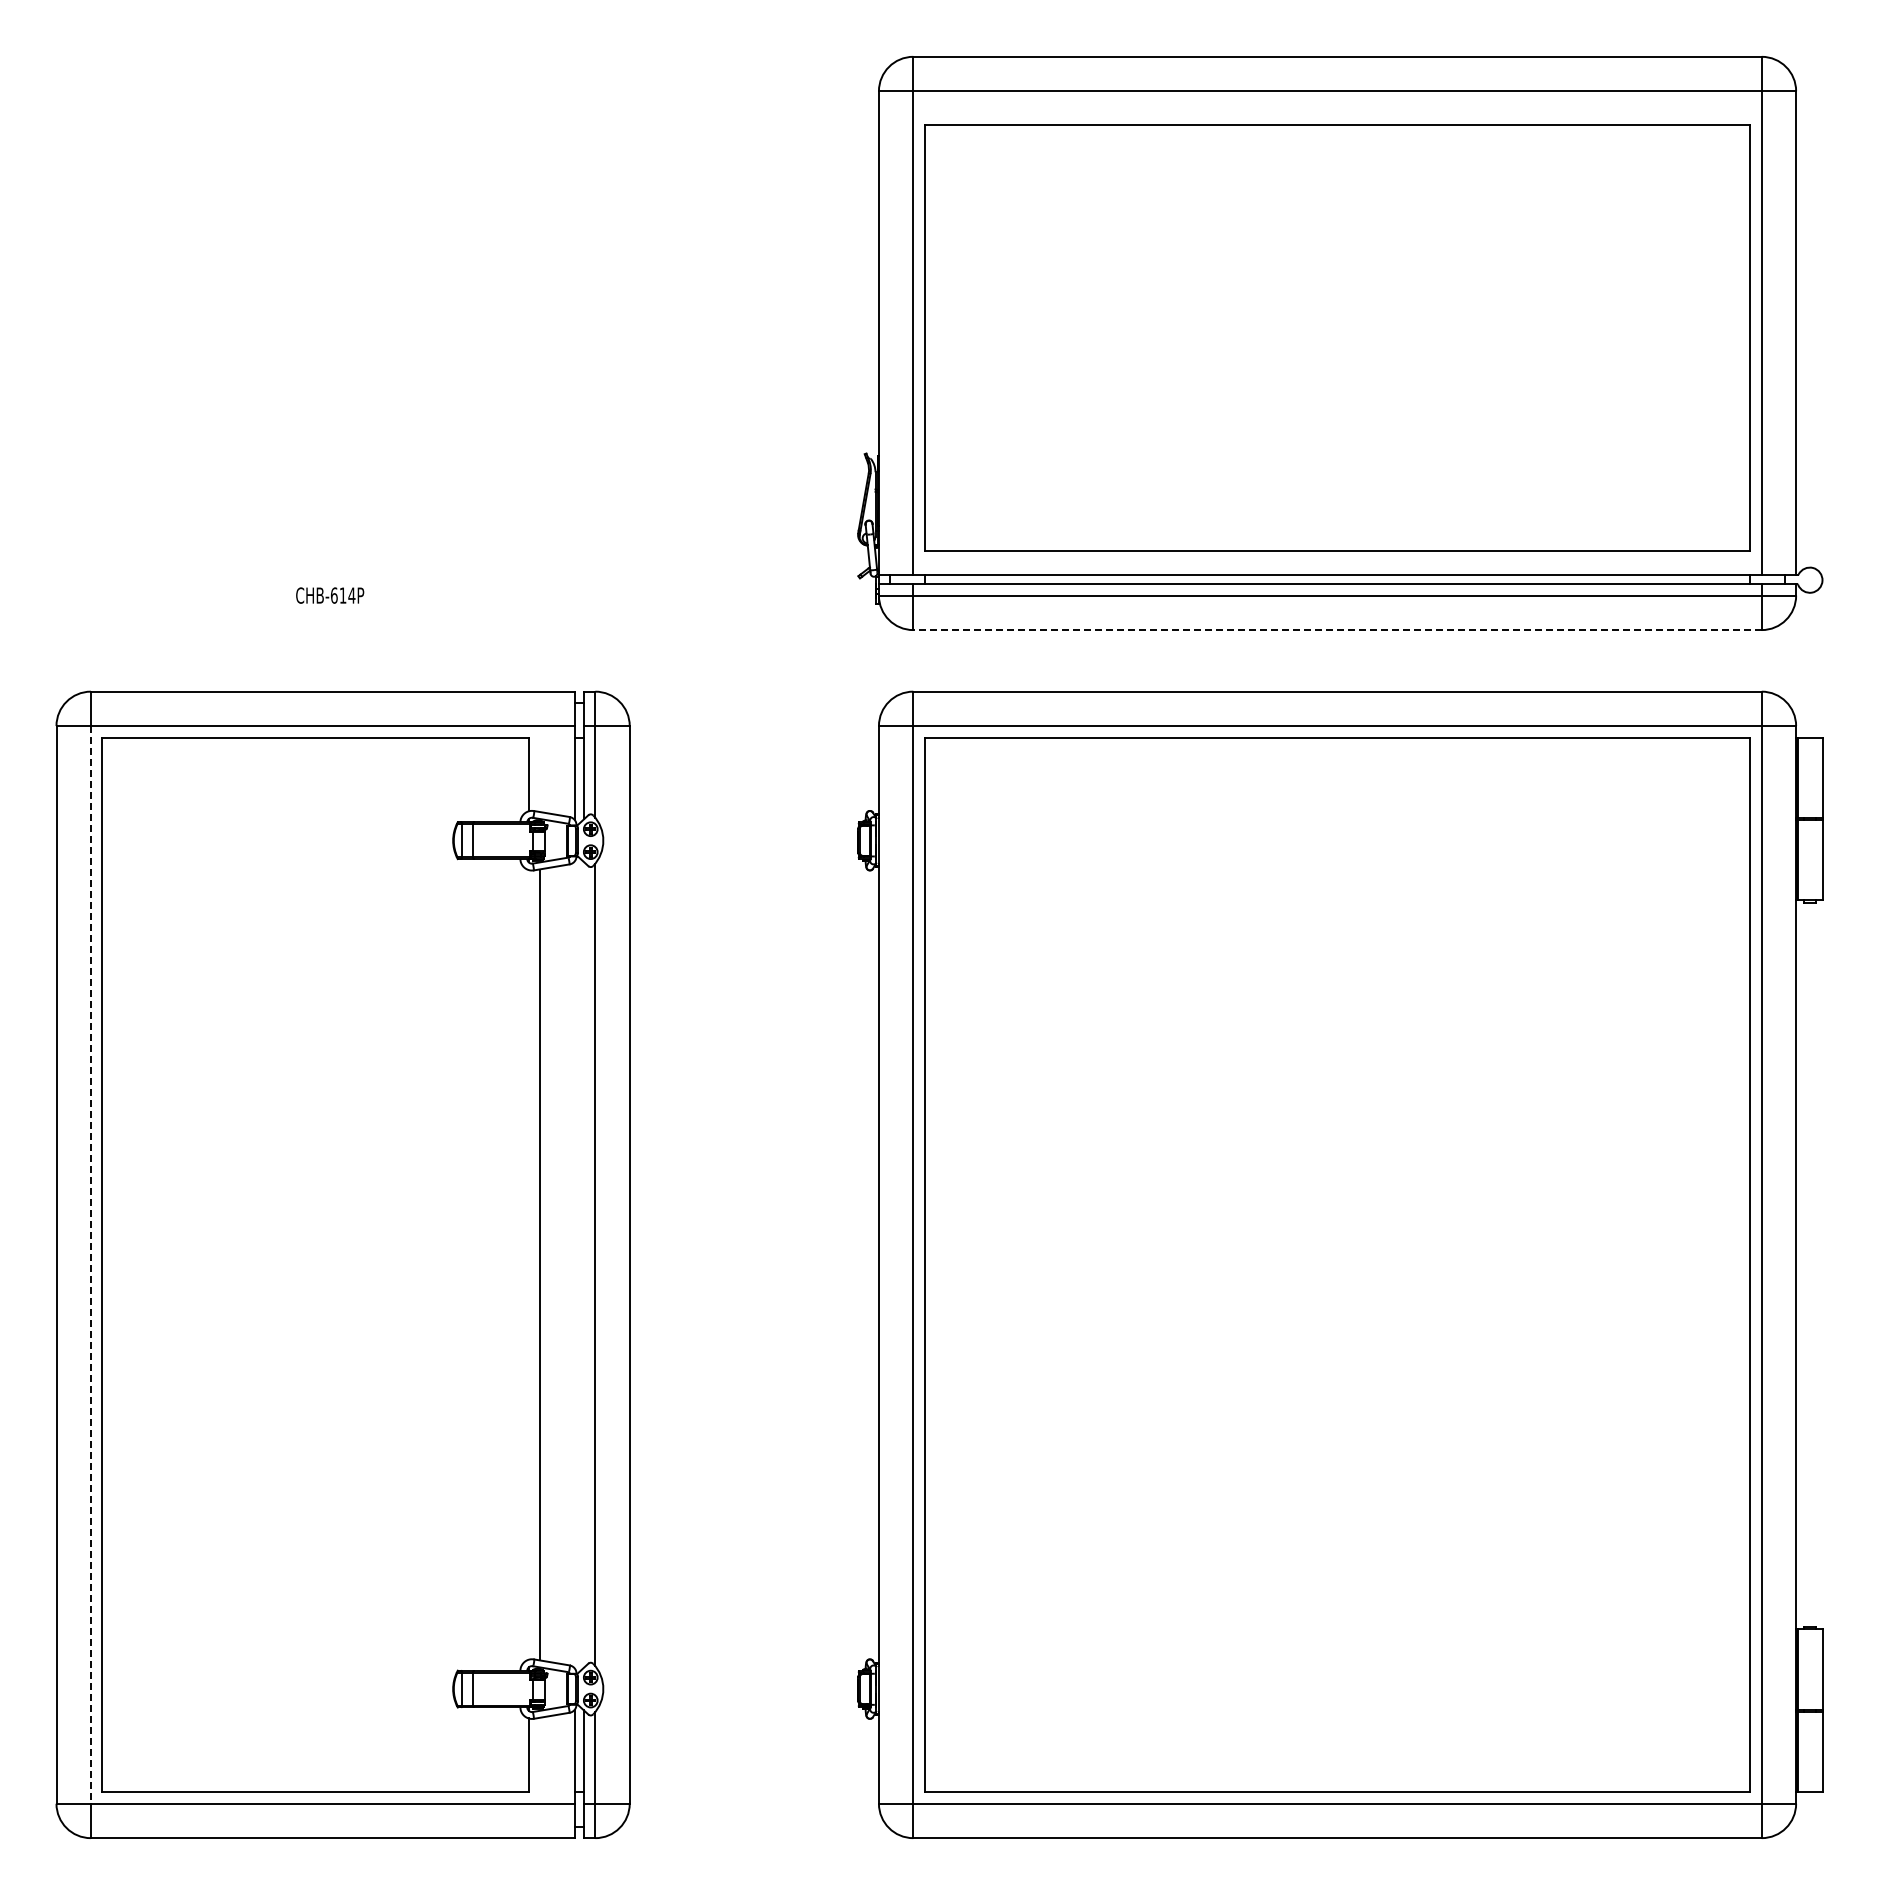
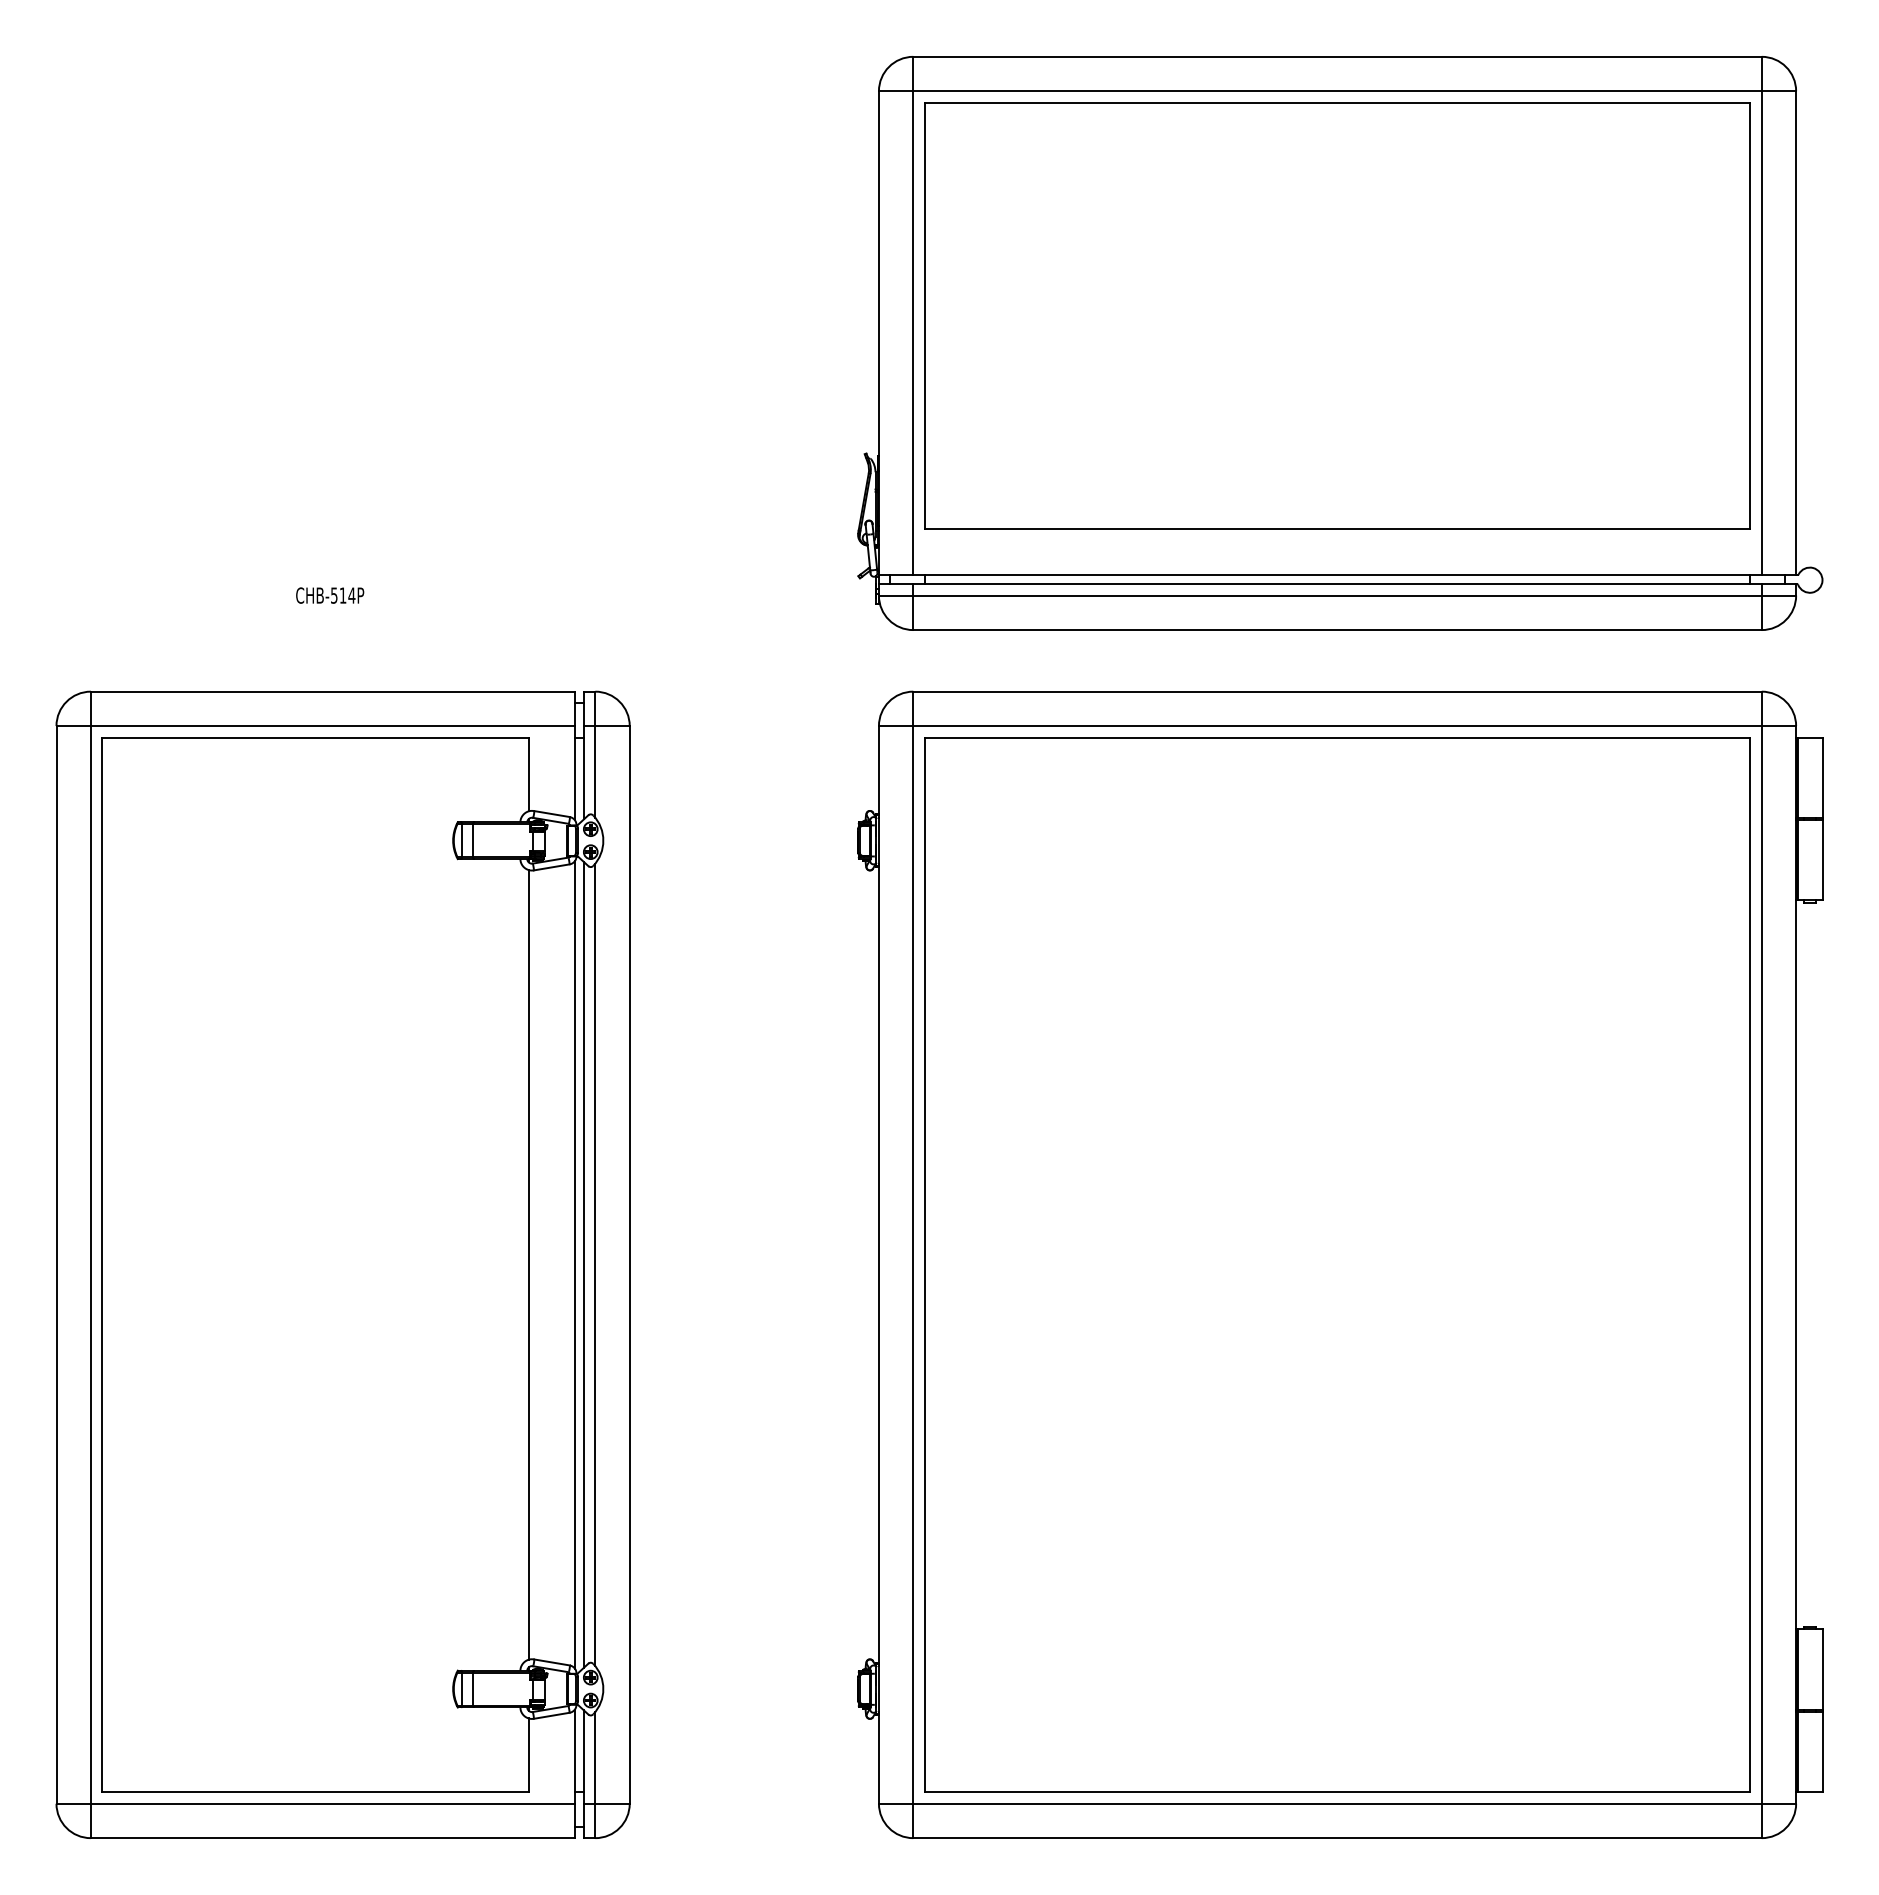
part at (1337, 337) position: (1337, 337) -> (1337, 315)
text at (334, 595): CHB-614P -> CHB-514P
line at (1337, 630): dashed -> solid
line at (90, 1264): dashed -> solid
line at (539, 1264) position: (539, 1264) -> (528, 1264)
line at (574, 1264): none -> present
line at (583, 1264): none -> present
